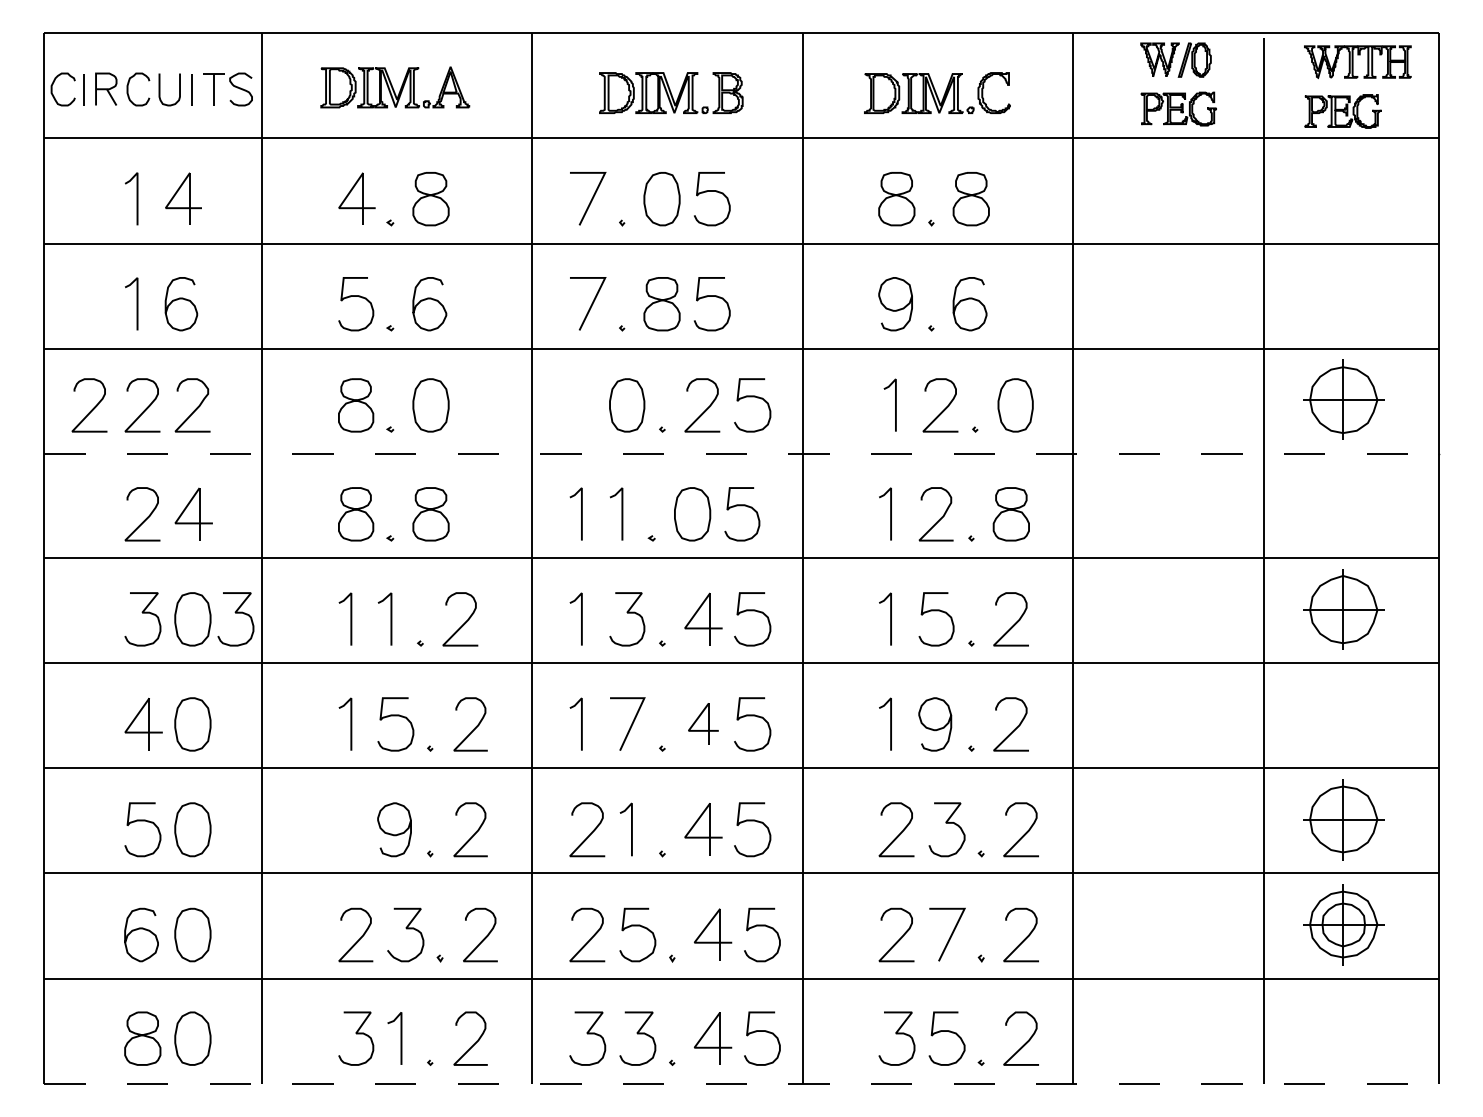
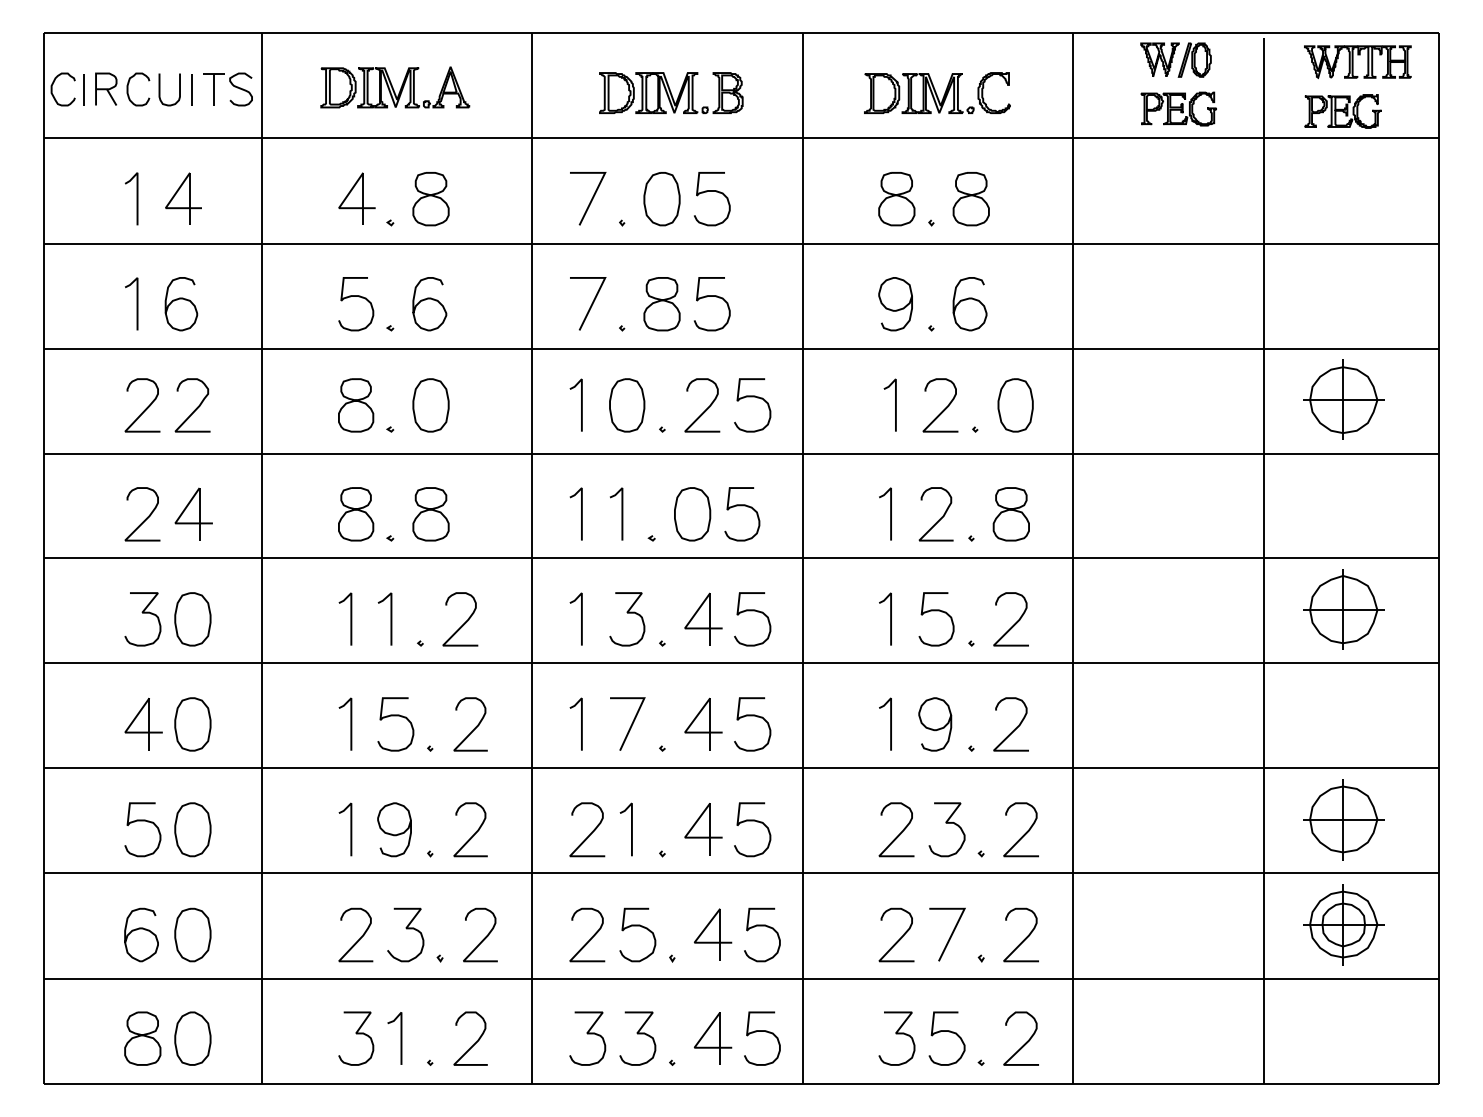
line at (581, 404): none -> present
curve at (92, 408): present -> none
line at (741, 453): dashed -> solid
curve at (235, 613): present -> none
part at (703, 723) size: 31x42 px -> 39x54 px
line at (350, 829): none -> present
line at (741, 1083): dashed -> solid
